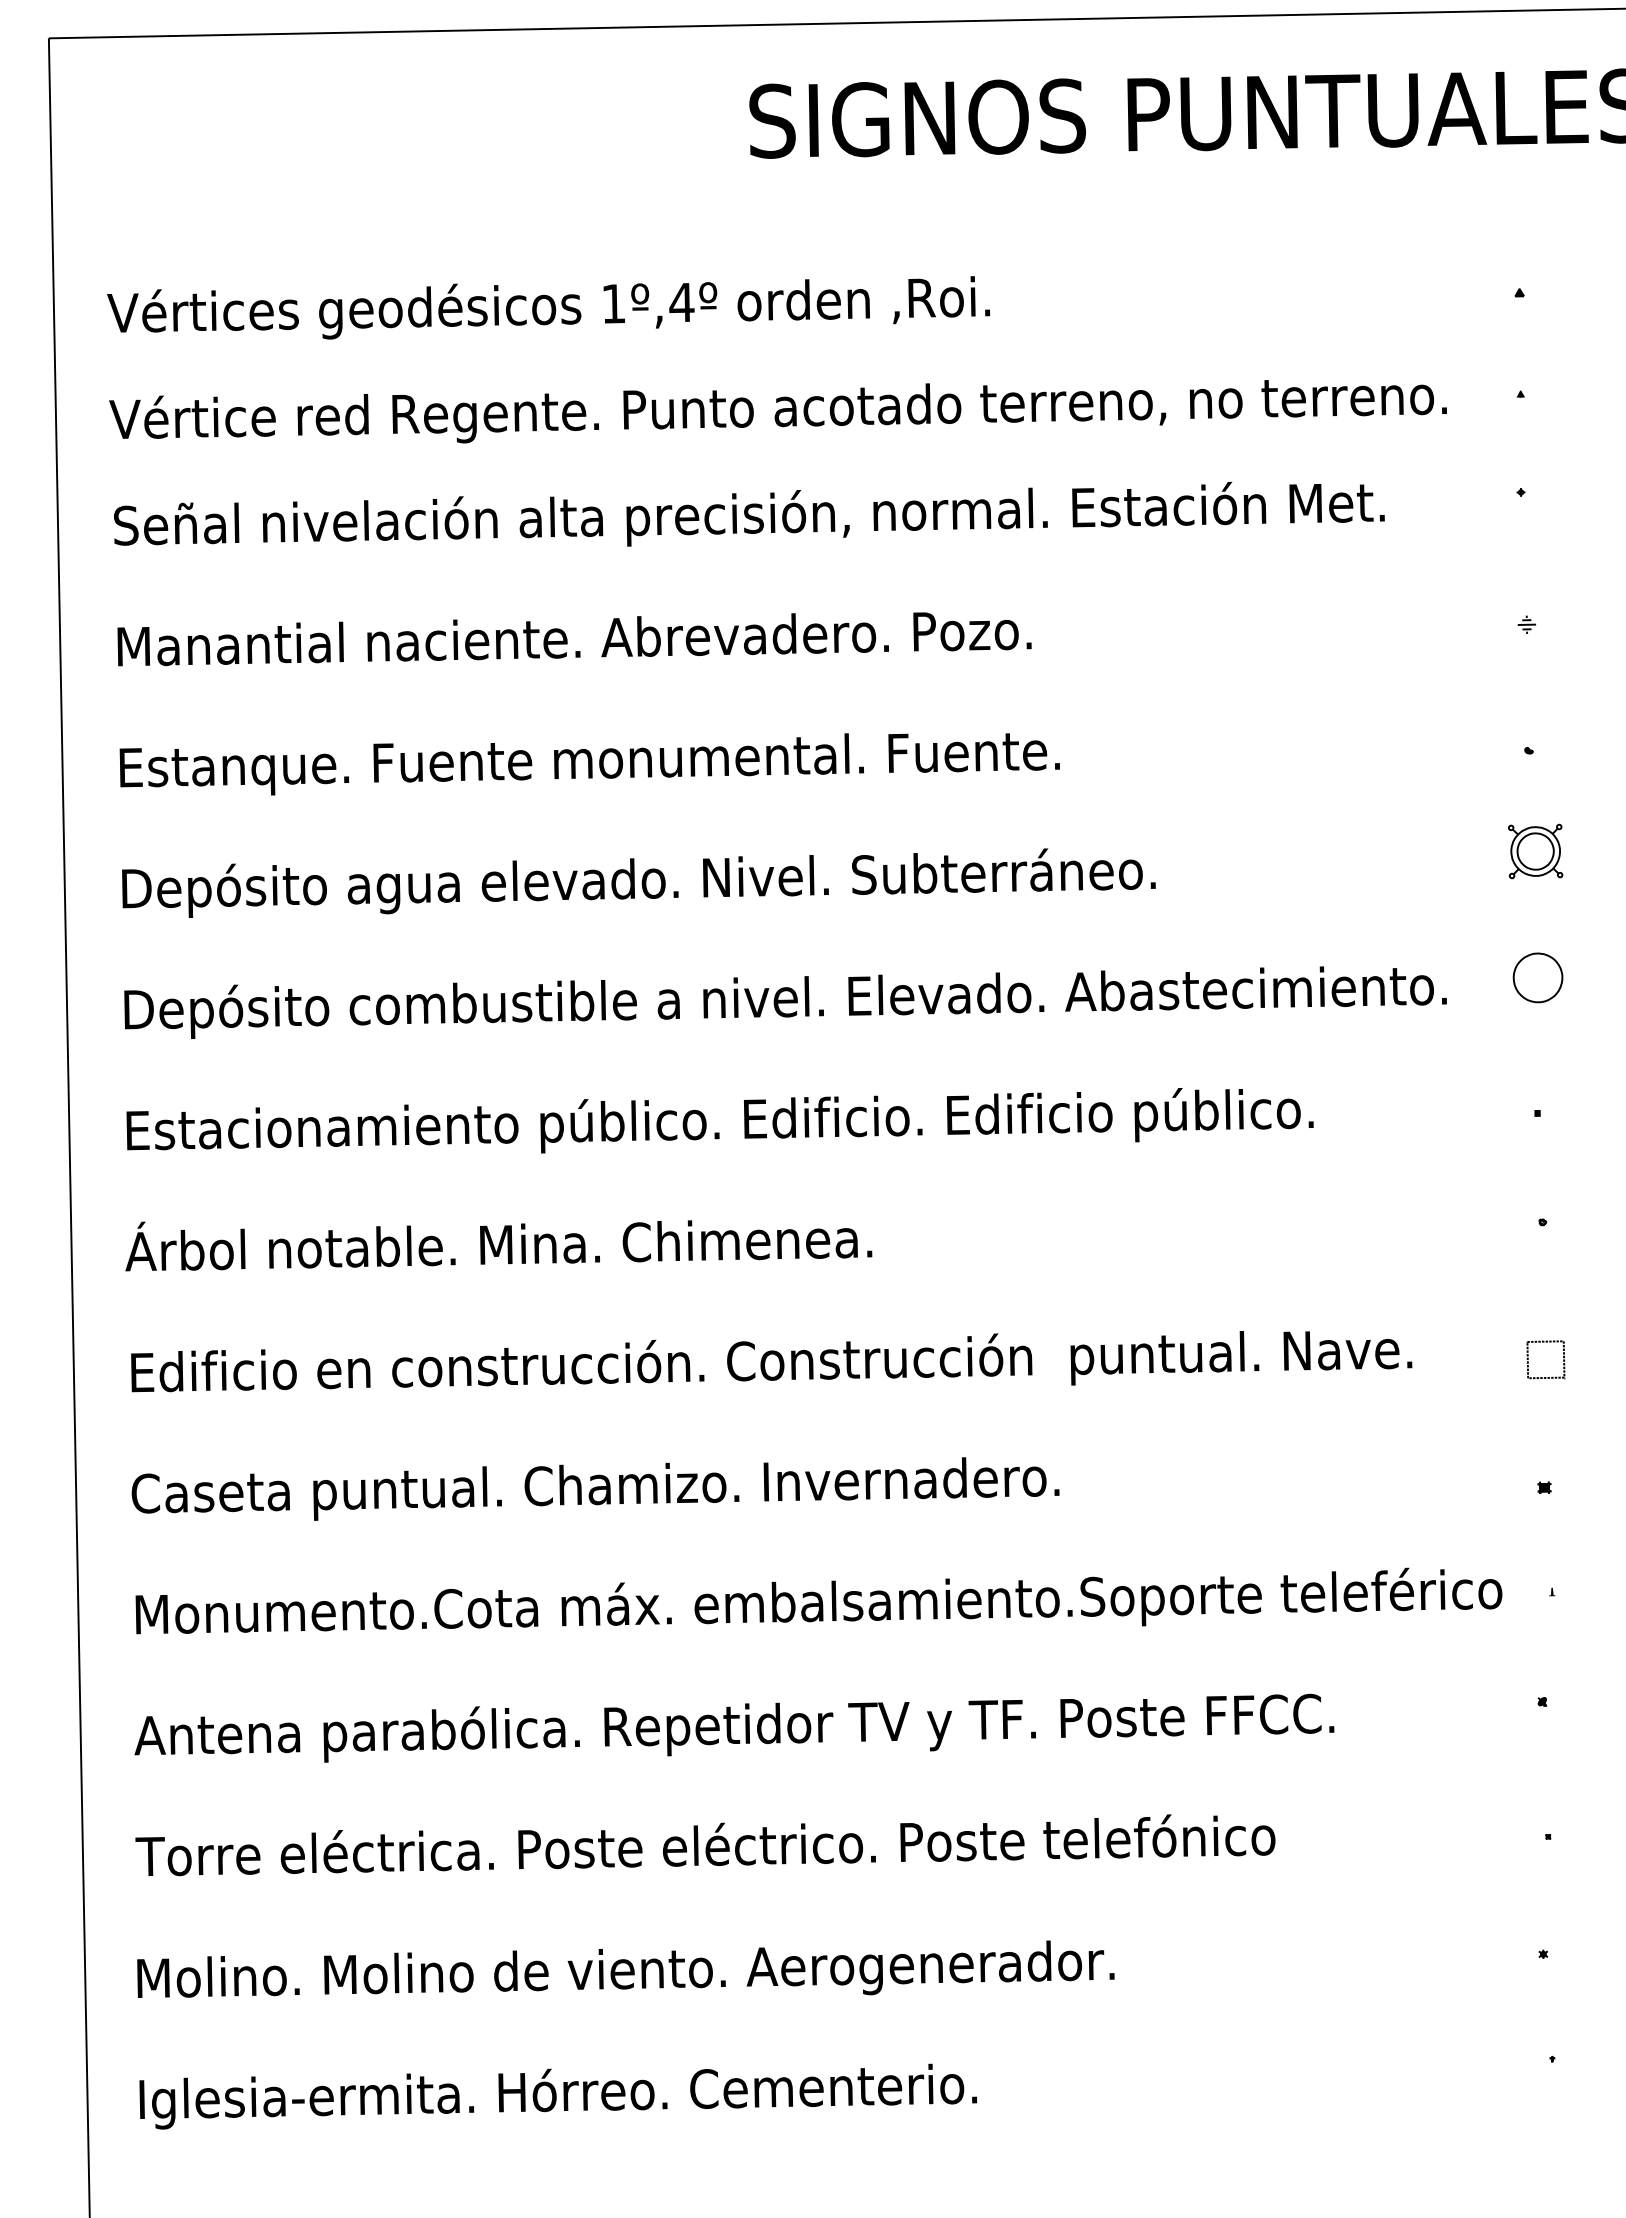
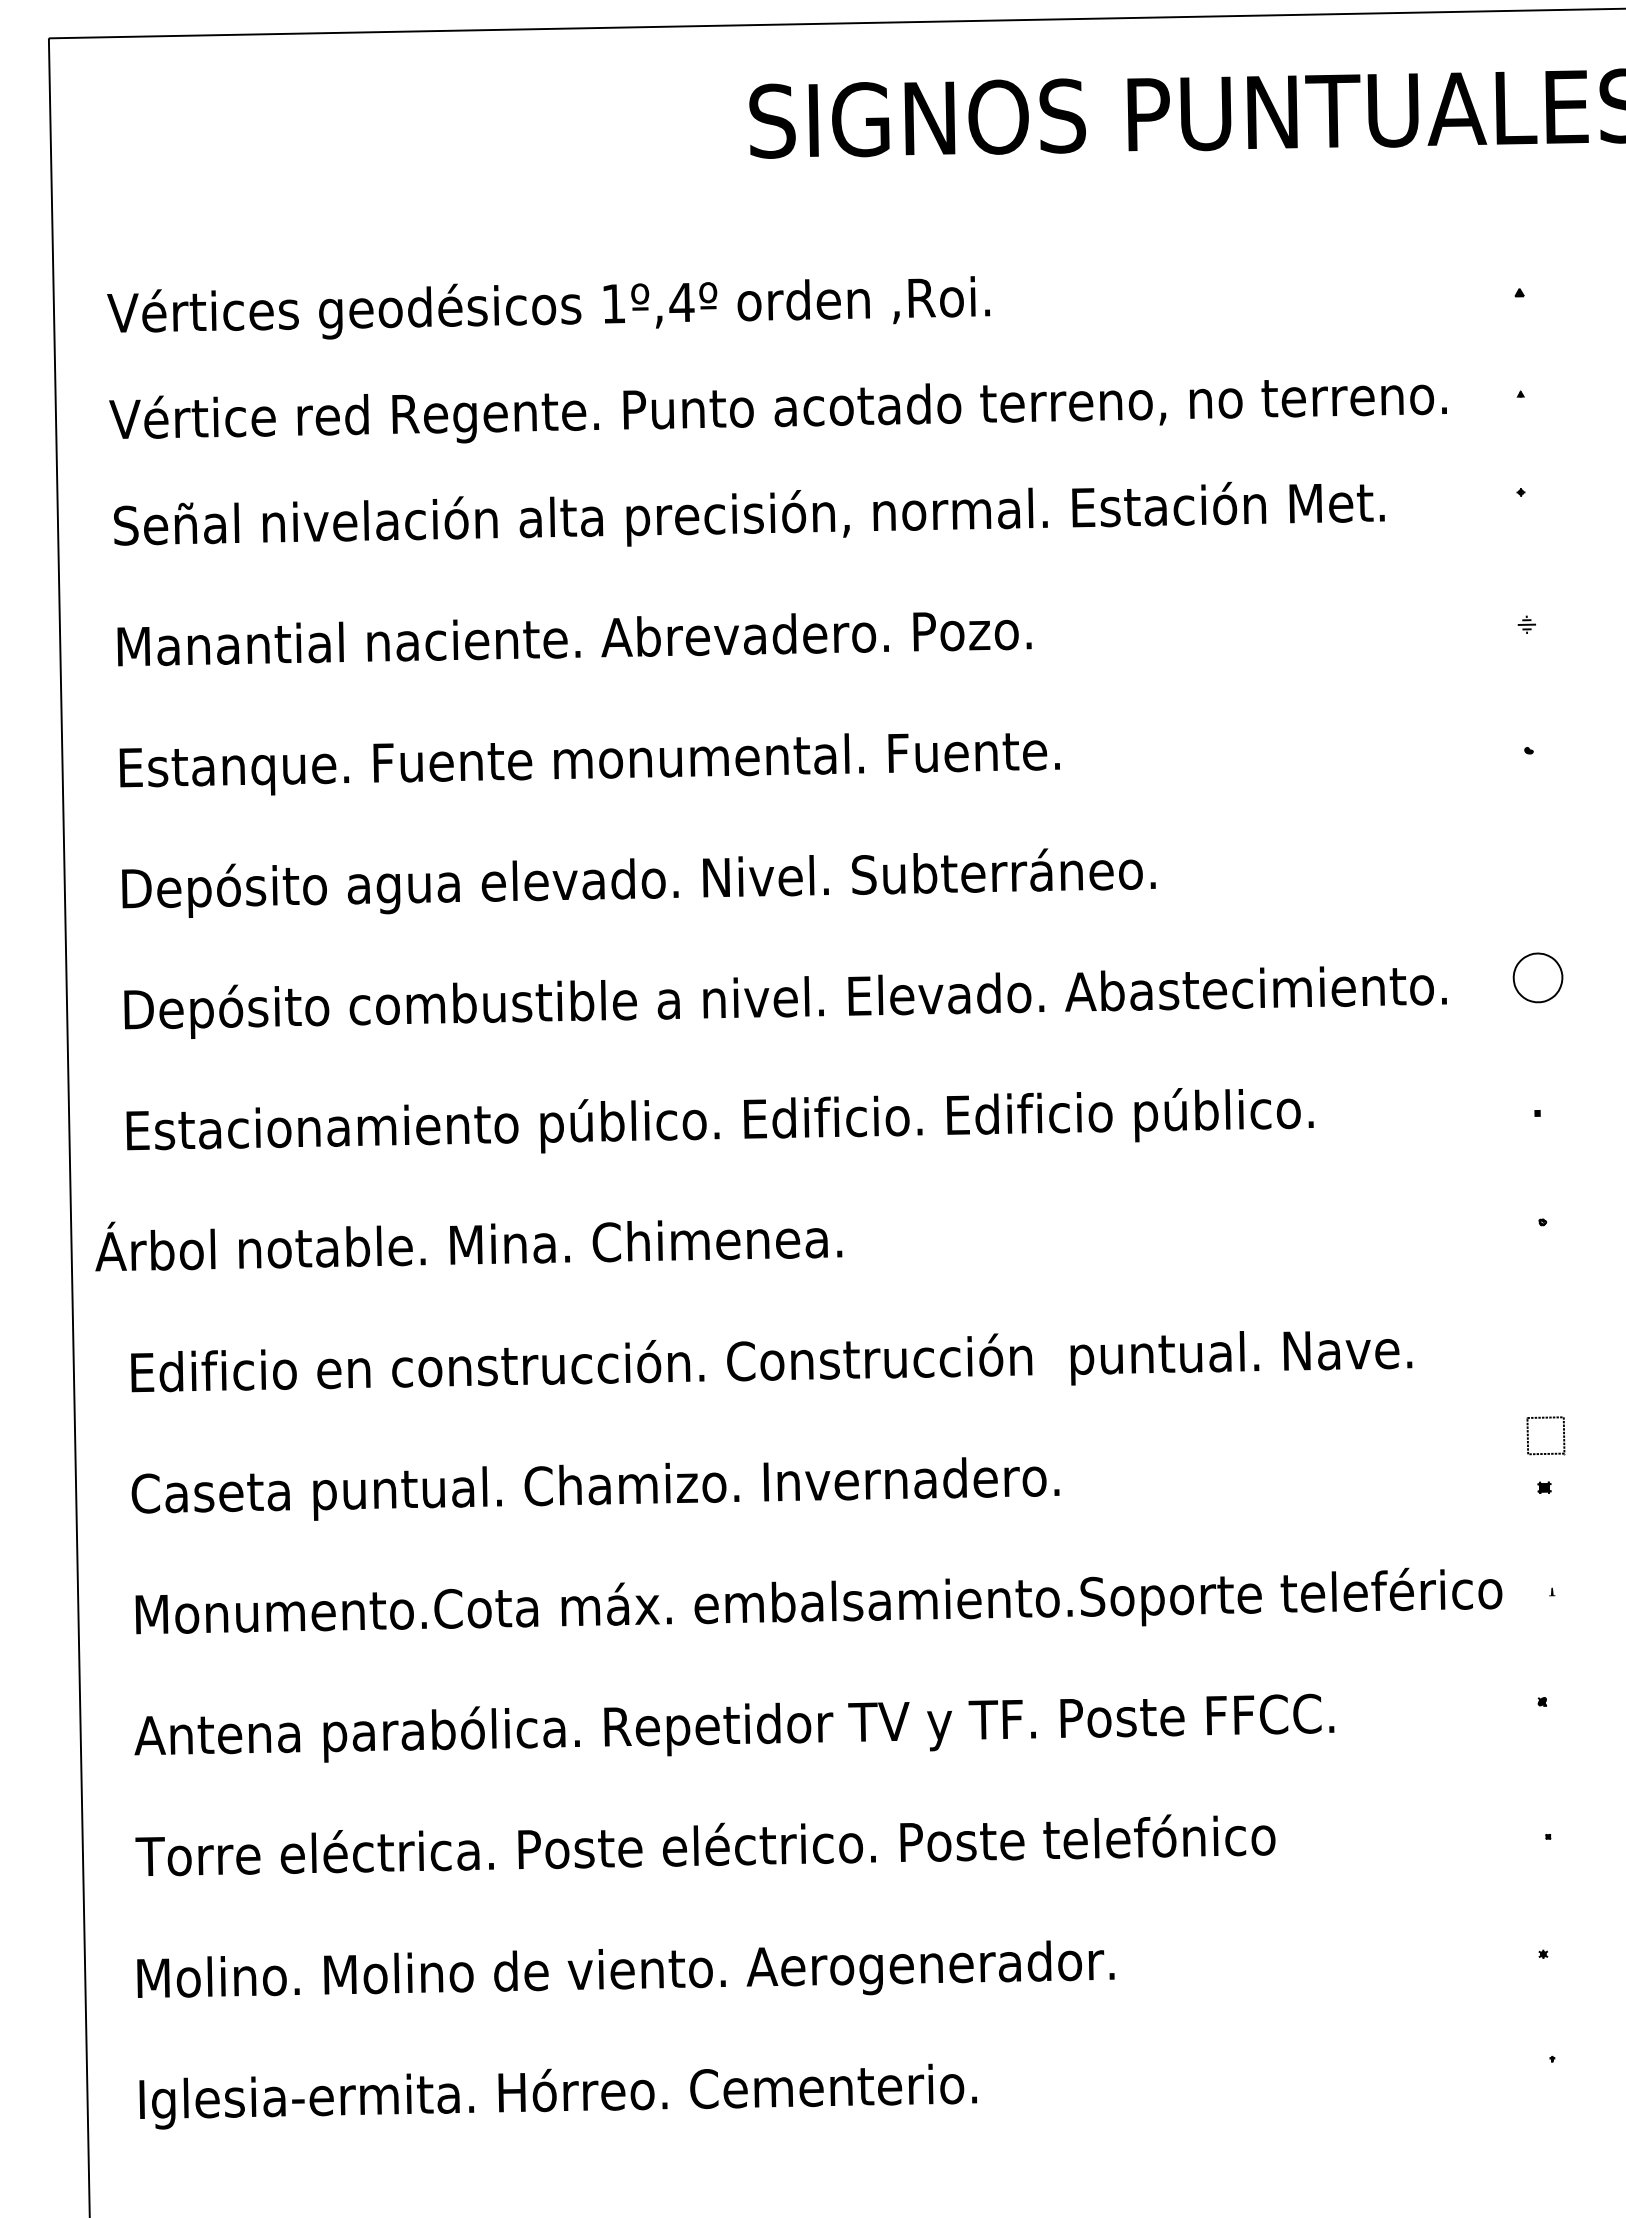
part at (1535, 851): present -> none
text at (498, 1245) position: (498, 1245) -> (468, 1245)
part at (1545, 1342) position: (1545, 1342) -> (1545, 1418)
